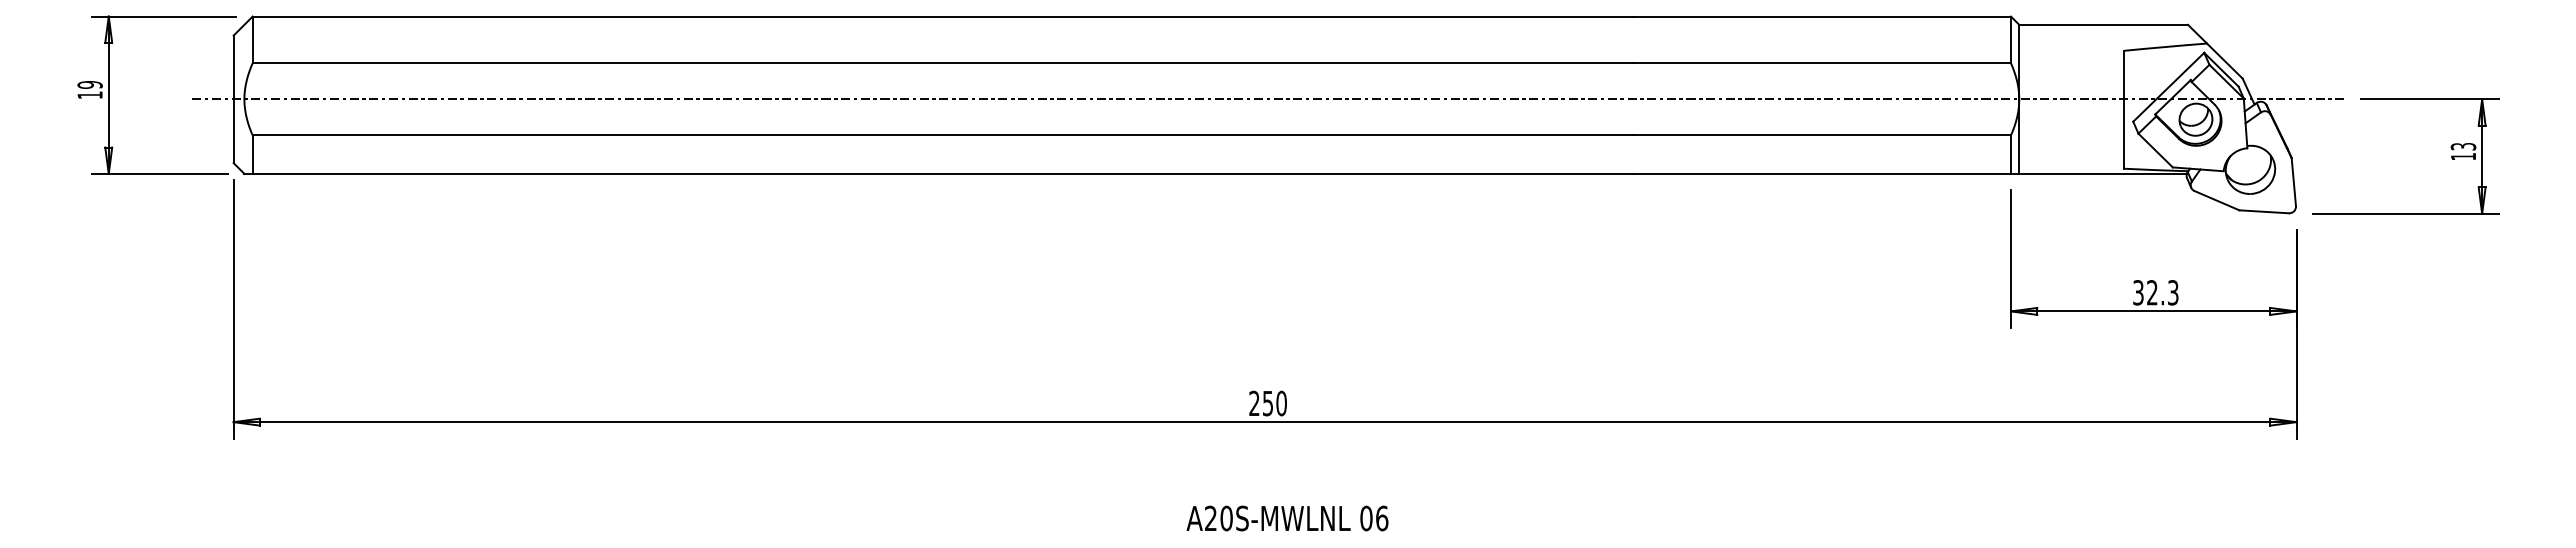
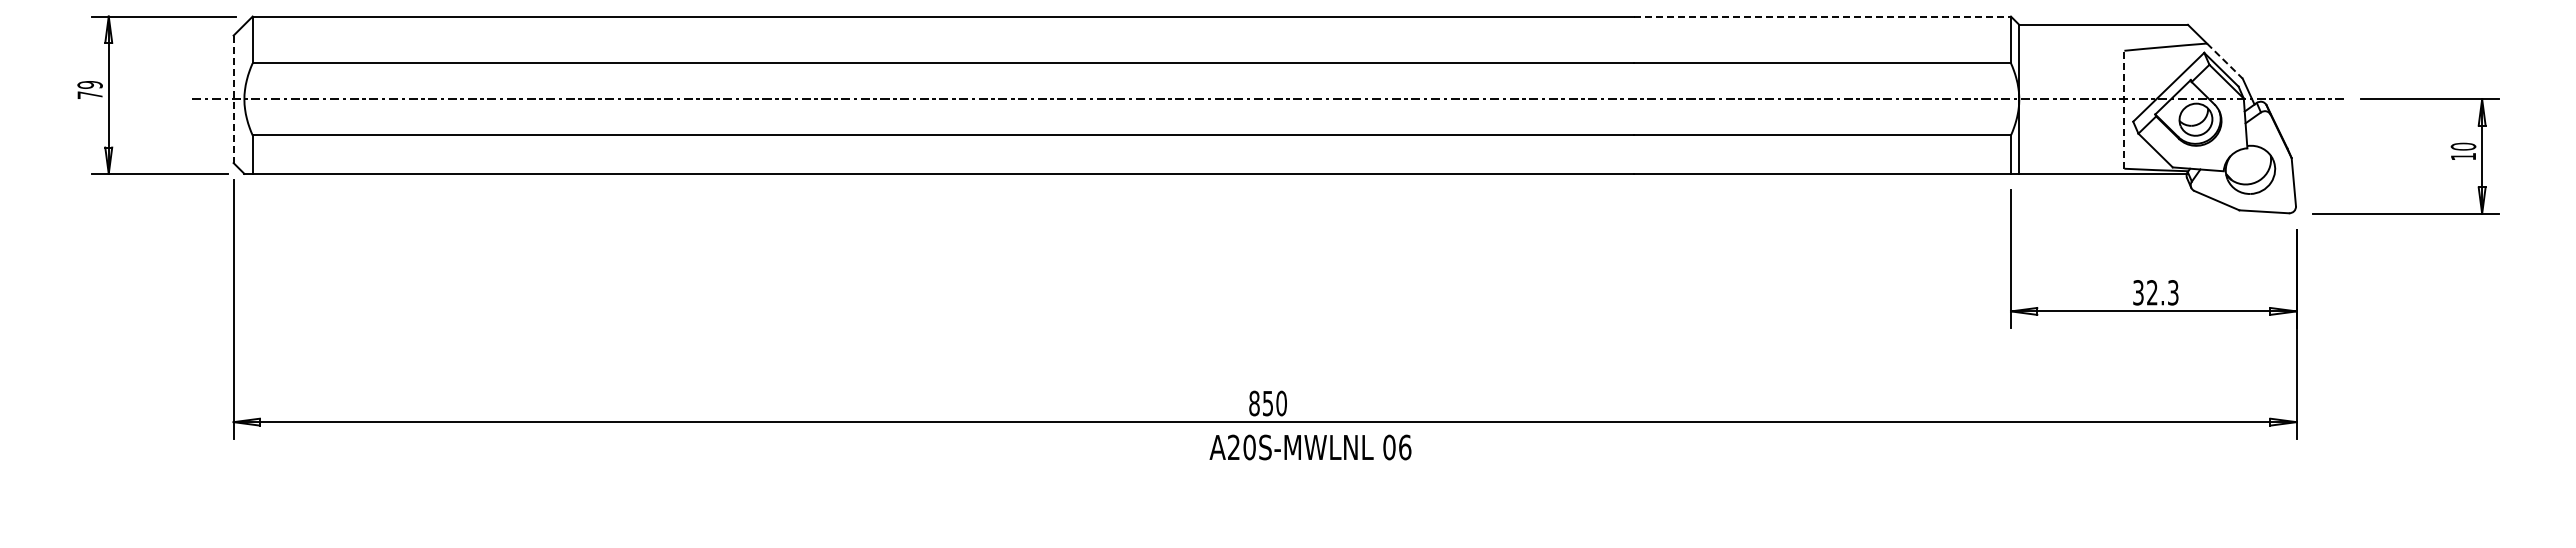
line at (1823, 16): solid -> dashed
line at (2225, 61): solid -> dashed
text at (89, 94): 19 -> 79
line at (233, 99): solid -> dashed
line at (2124, 109): solid -> dashed
text at (2463, 146): 13 -> 10
text at (1254, 403): 250 -> 850
text at (1287, 518) position: (1287, 518) -> (1310, 447)
